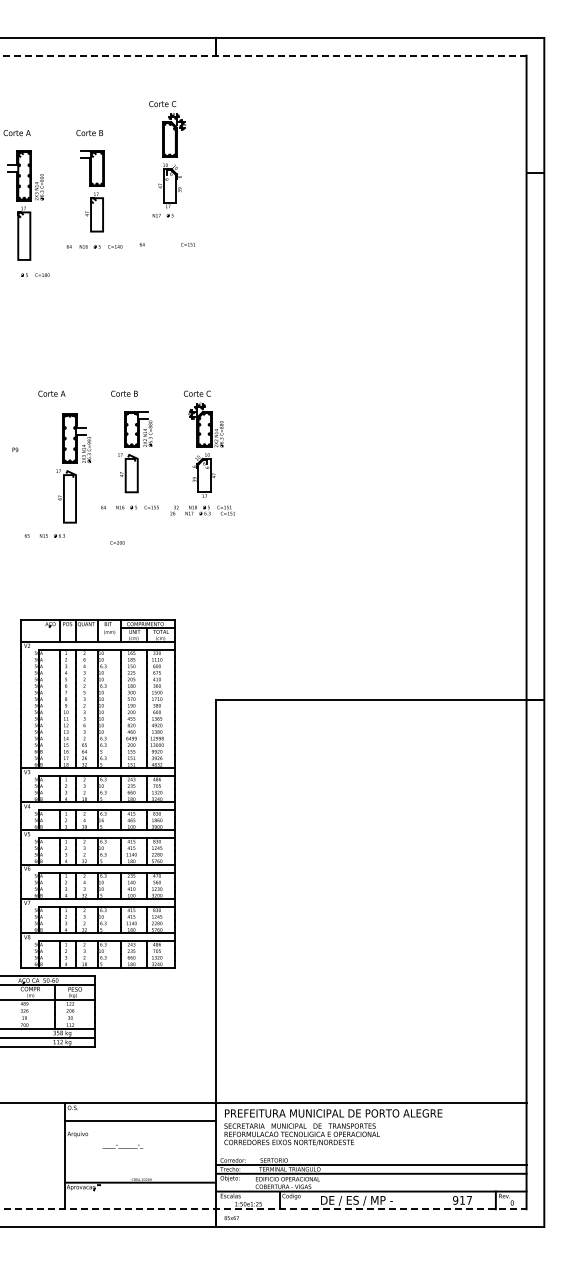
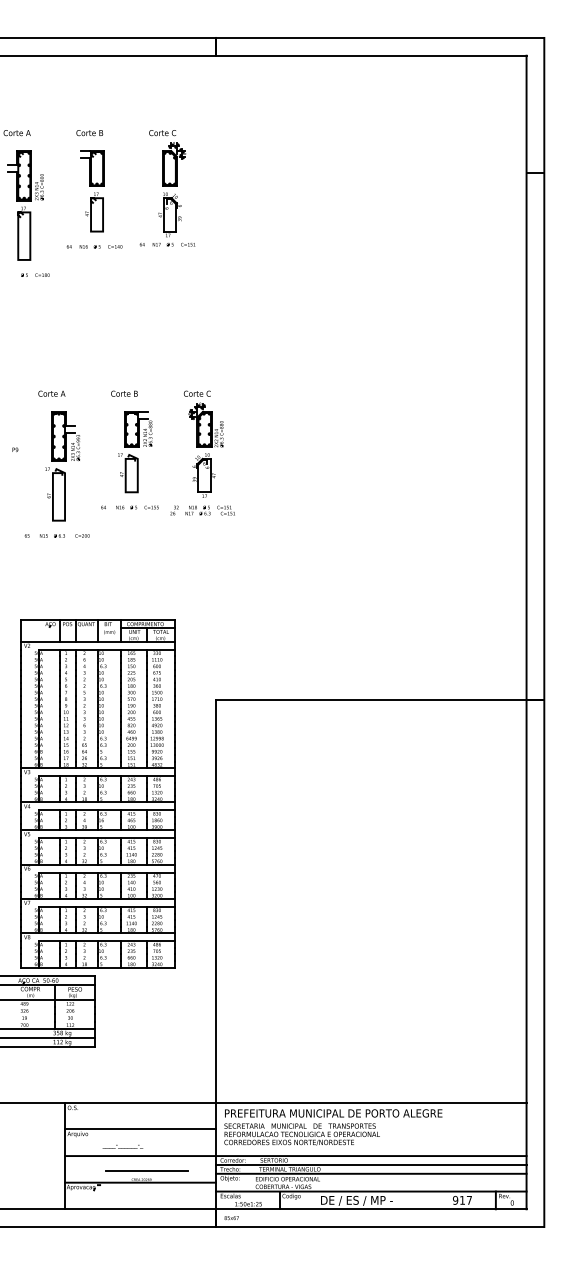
line at (263, 55): dashed -> solid
part at (167, 159) position: (167, 159) -> (167, 188)
part at (73, 468) position: (73, 468) -> (62, 466)
text at (117, 542) position: (117, 542) -> (82, 535)
line at (140, 1121) position: (140, 1121) -> (140, 1129)
line at (295, 1156): none -> present
line at (147, 1171): none -> present
line at (263, 1209): dashed -> solid
